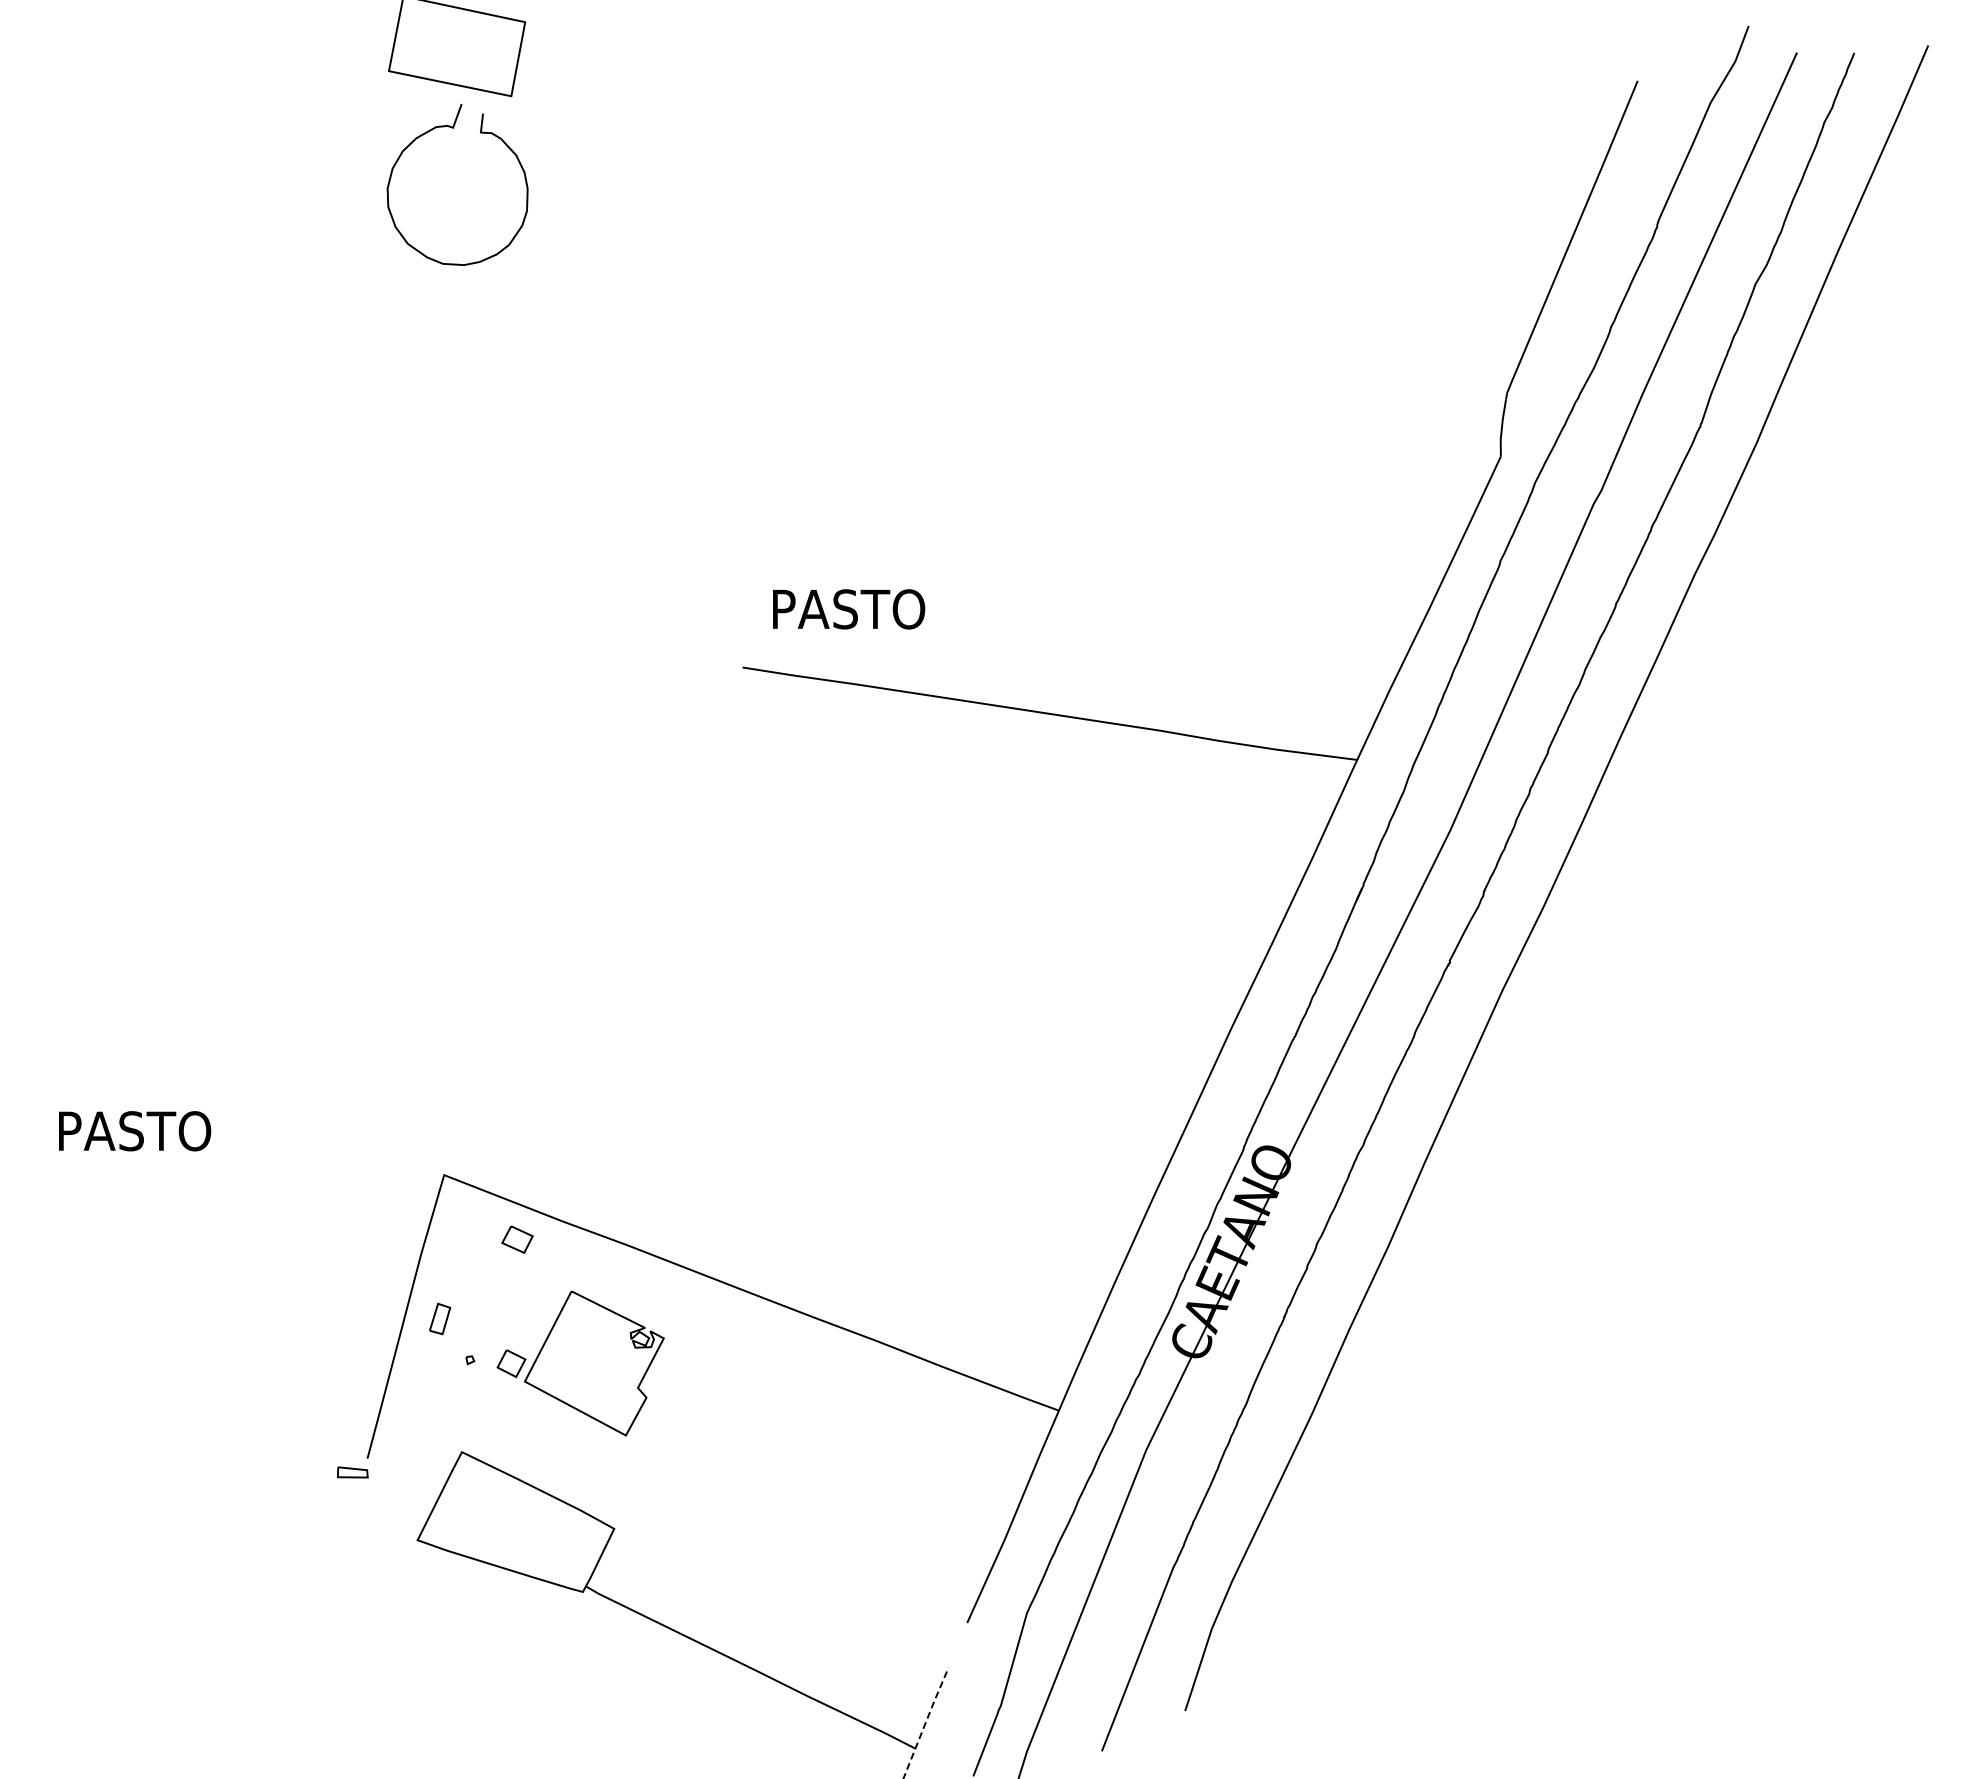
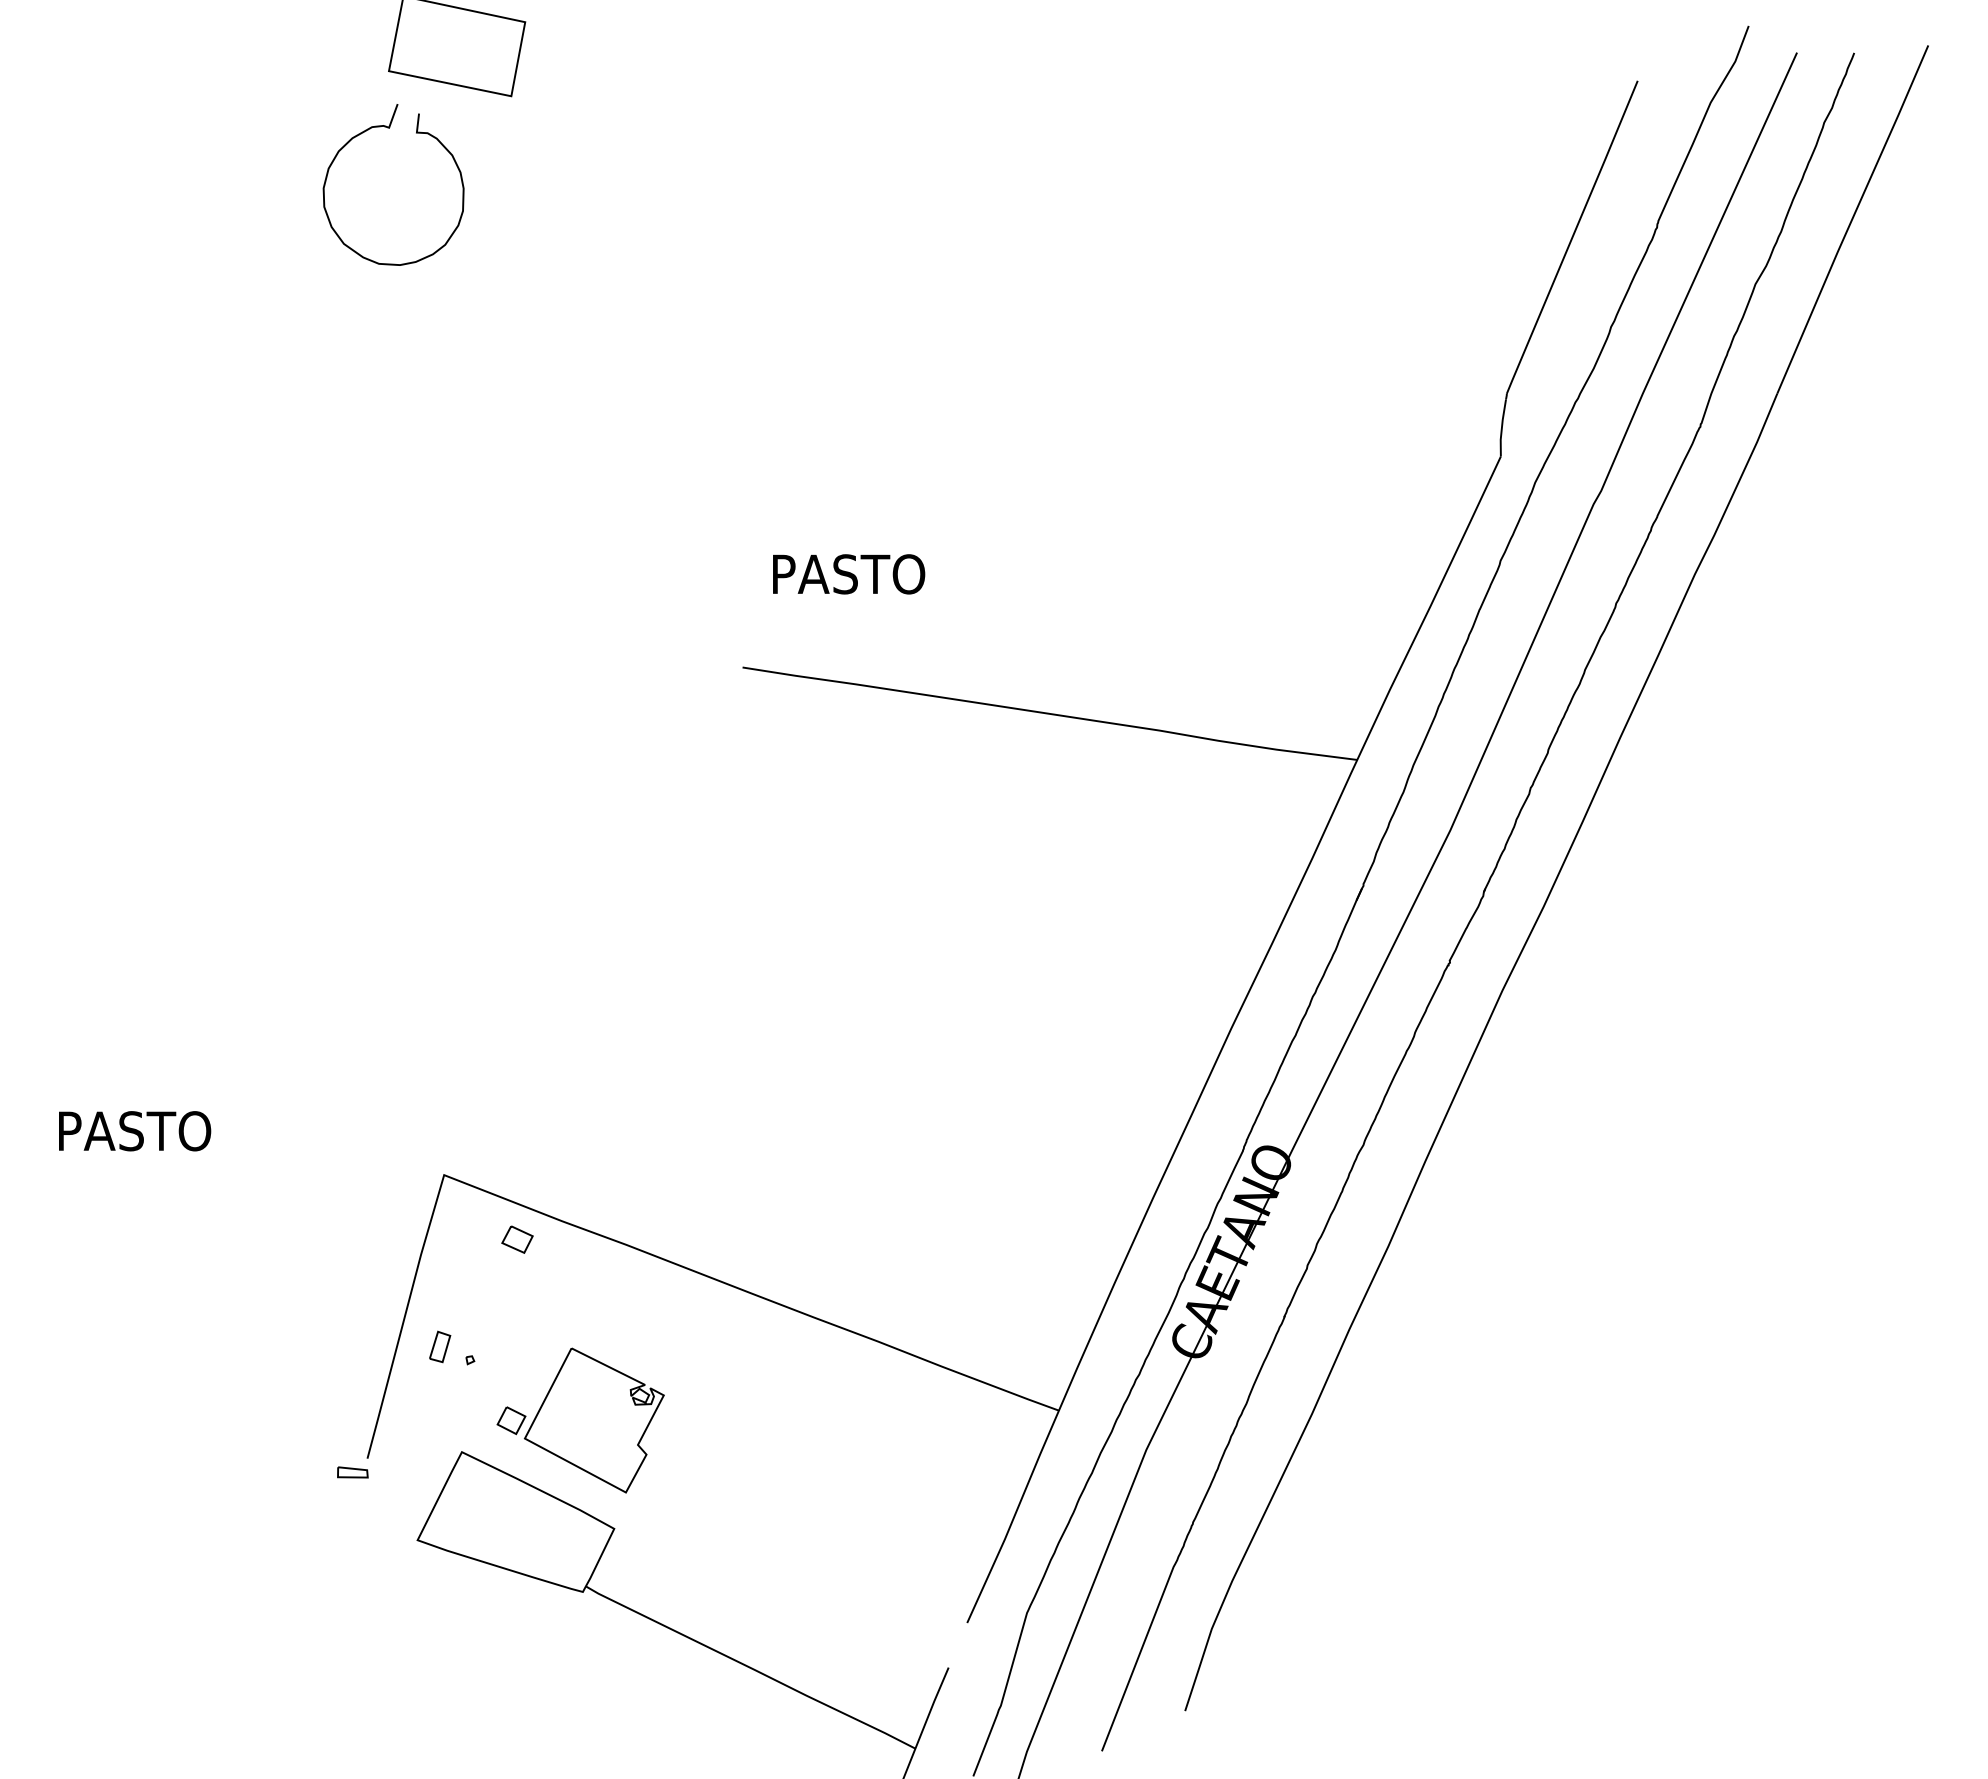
curve at (480, 133) position: (480, 133) -> (416, 133)
text at (849, 609) position: (849, 609) -> (849, 574)
part at (440, 1318) position: (440, 1318) -> (440, 1346)
part at (580, 1363) position: (580, 1363) -> (580, 1420)
line at (925, 1722): dashed -> solid
